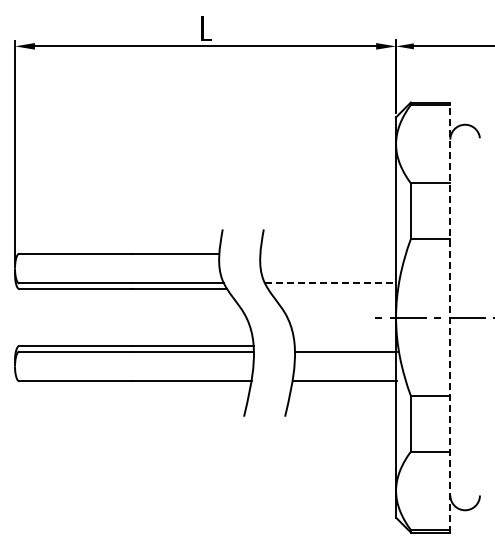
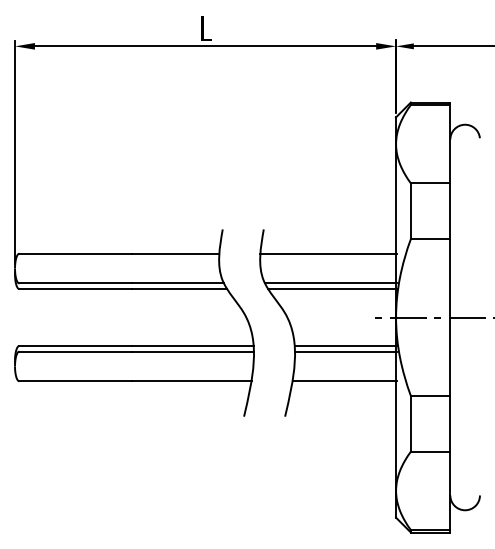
line at (328, 253): none -> present
line at (330, 283): dashed -> solid
line at (332, 289): none -> present
line at (450, 317): dashed -> solid
line at (345, 345): none -> present
